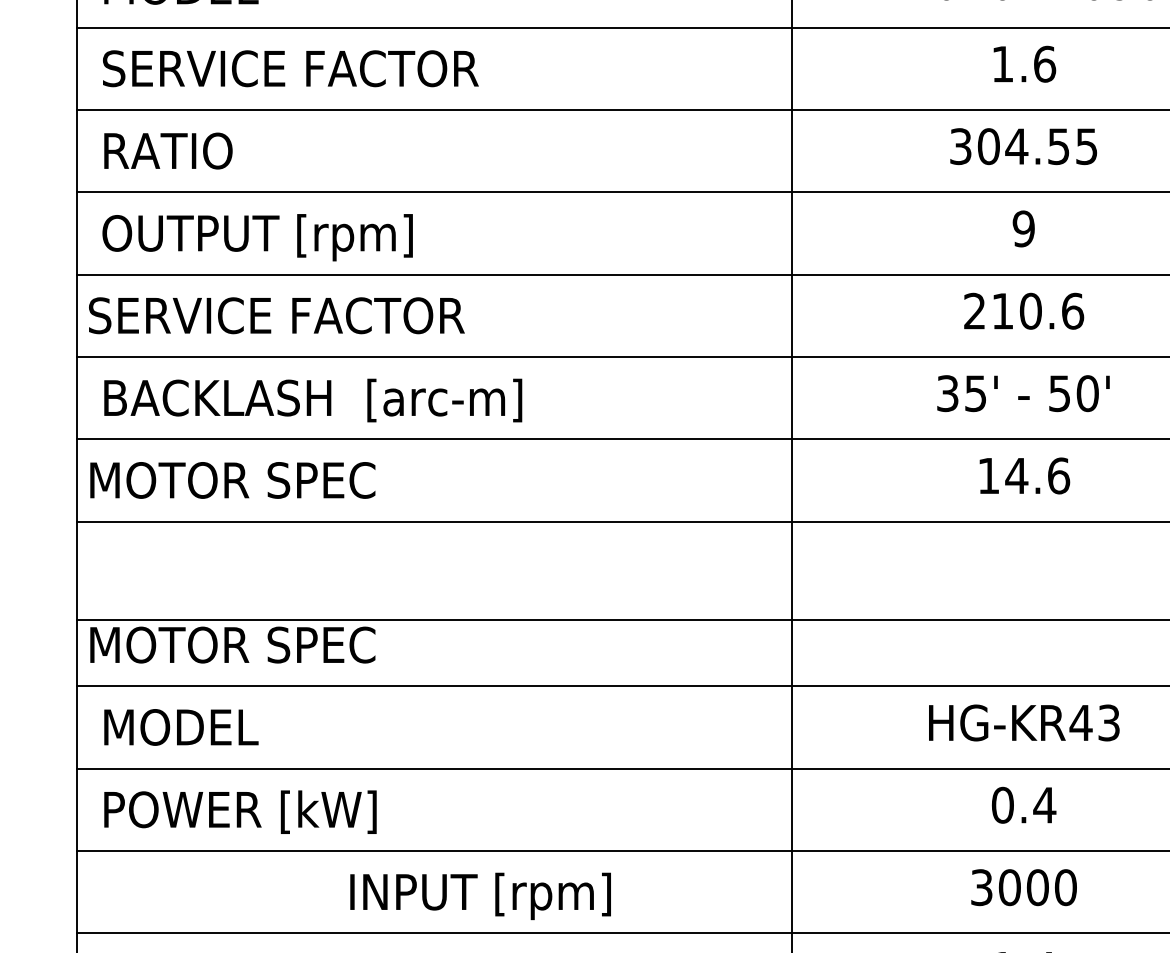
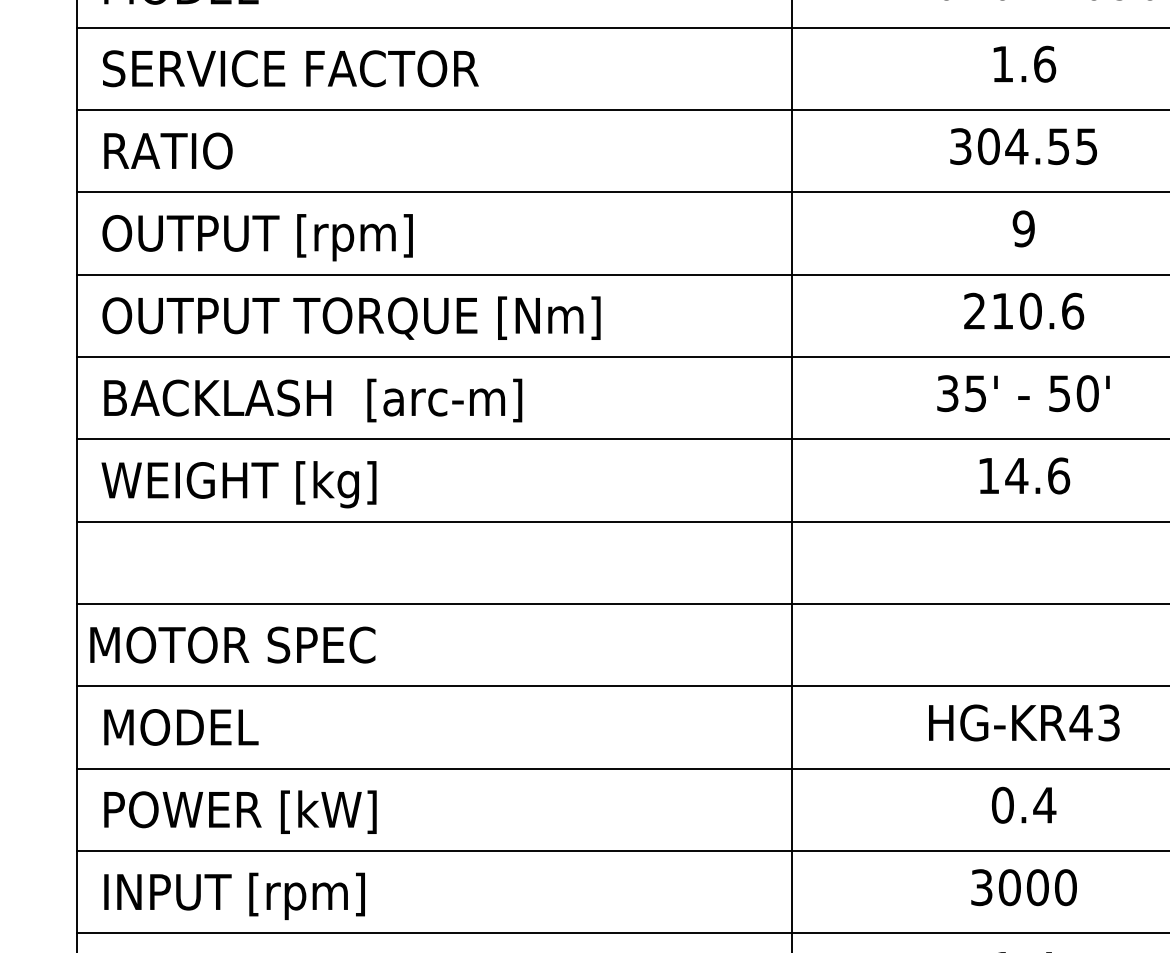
text at (344, 317): SERVICE FACTOR -> OUTPUT TORQUE [Nm]
text at (233, 484): MOTOR SPEC -> WEIGHT [kg]
line at (621, 619) position: (621, 619) -> (621, 603)
text at (480, 896) position: (480, 896) -> (234, 896)
